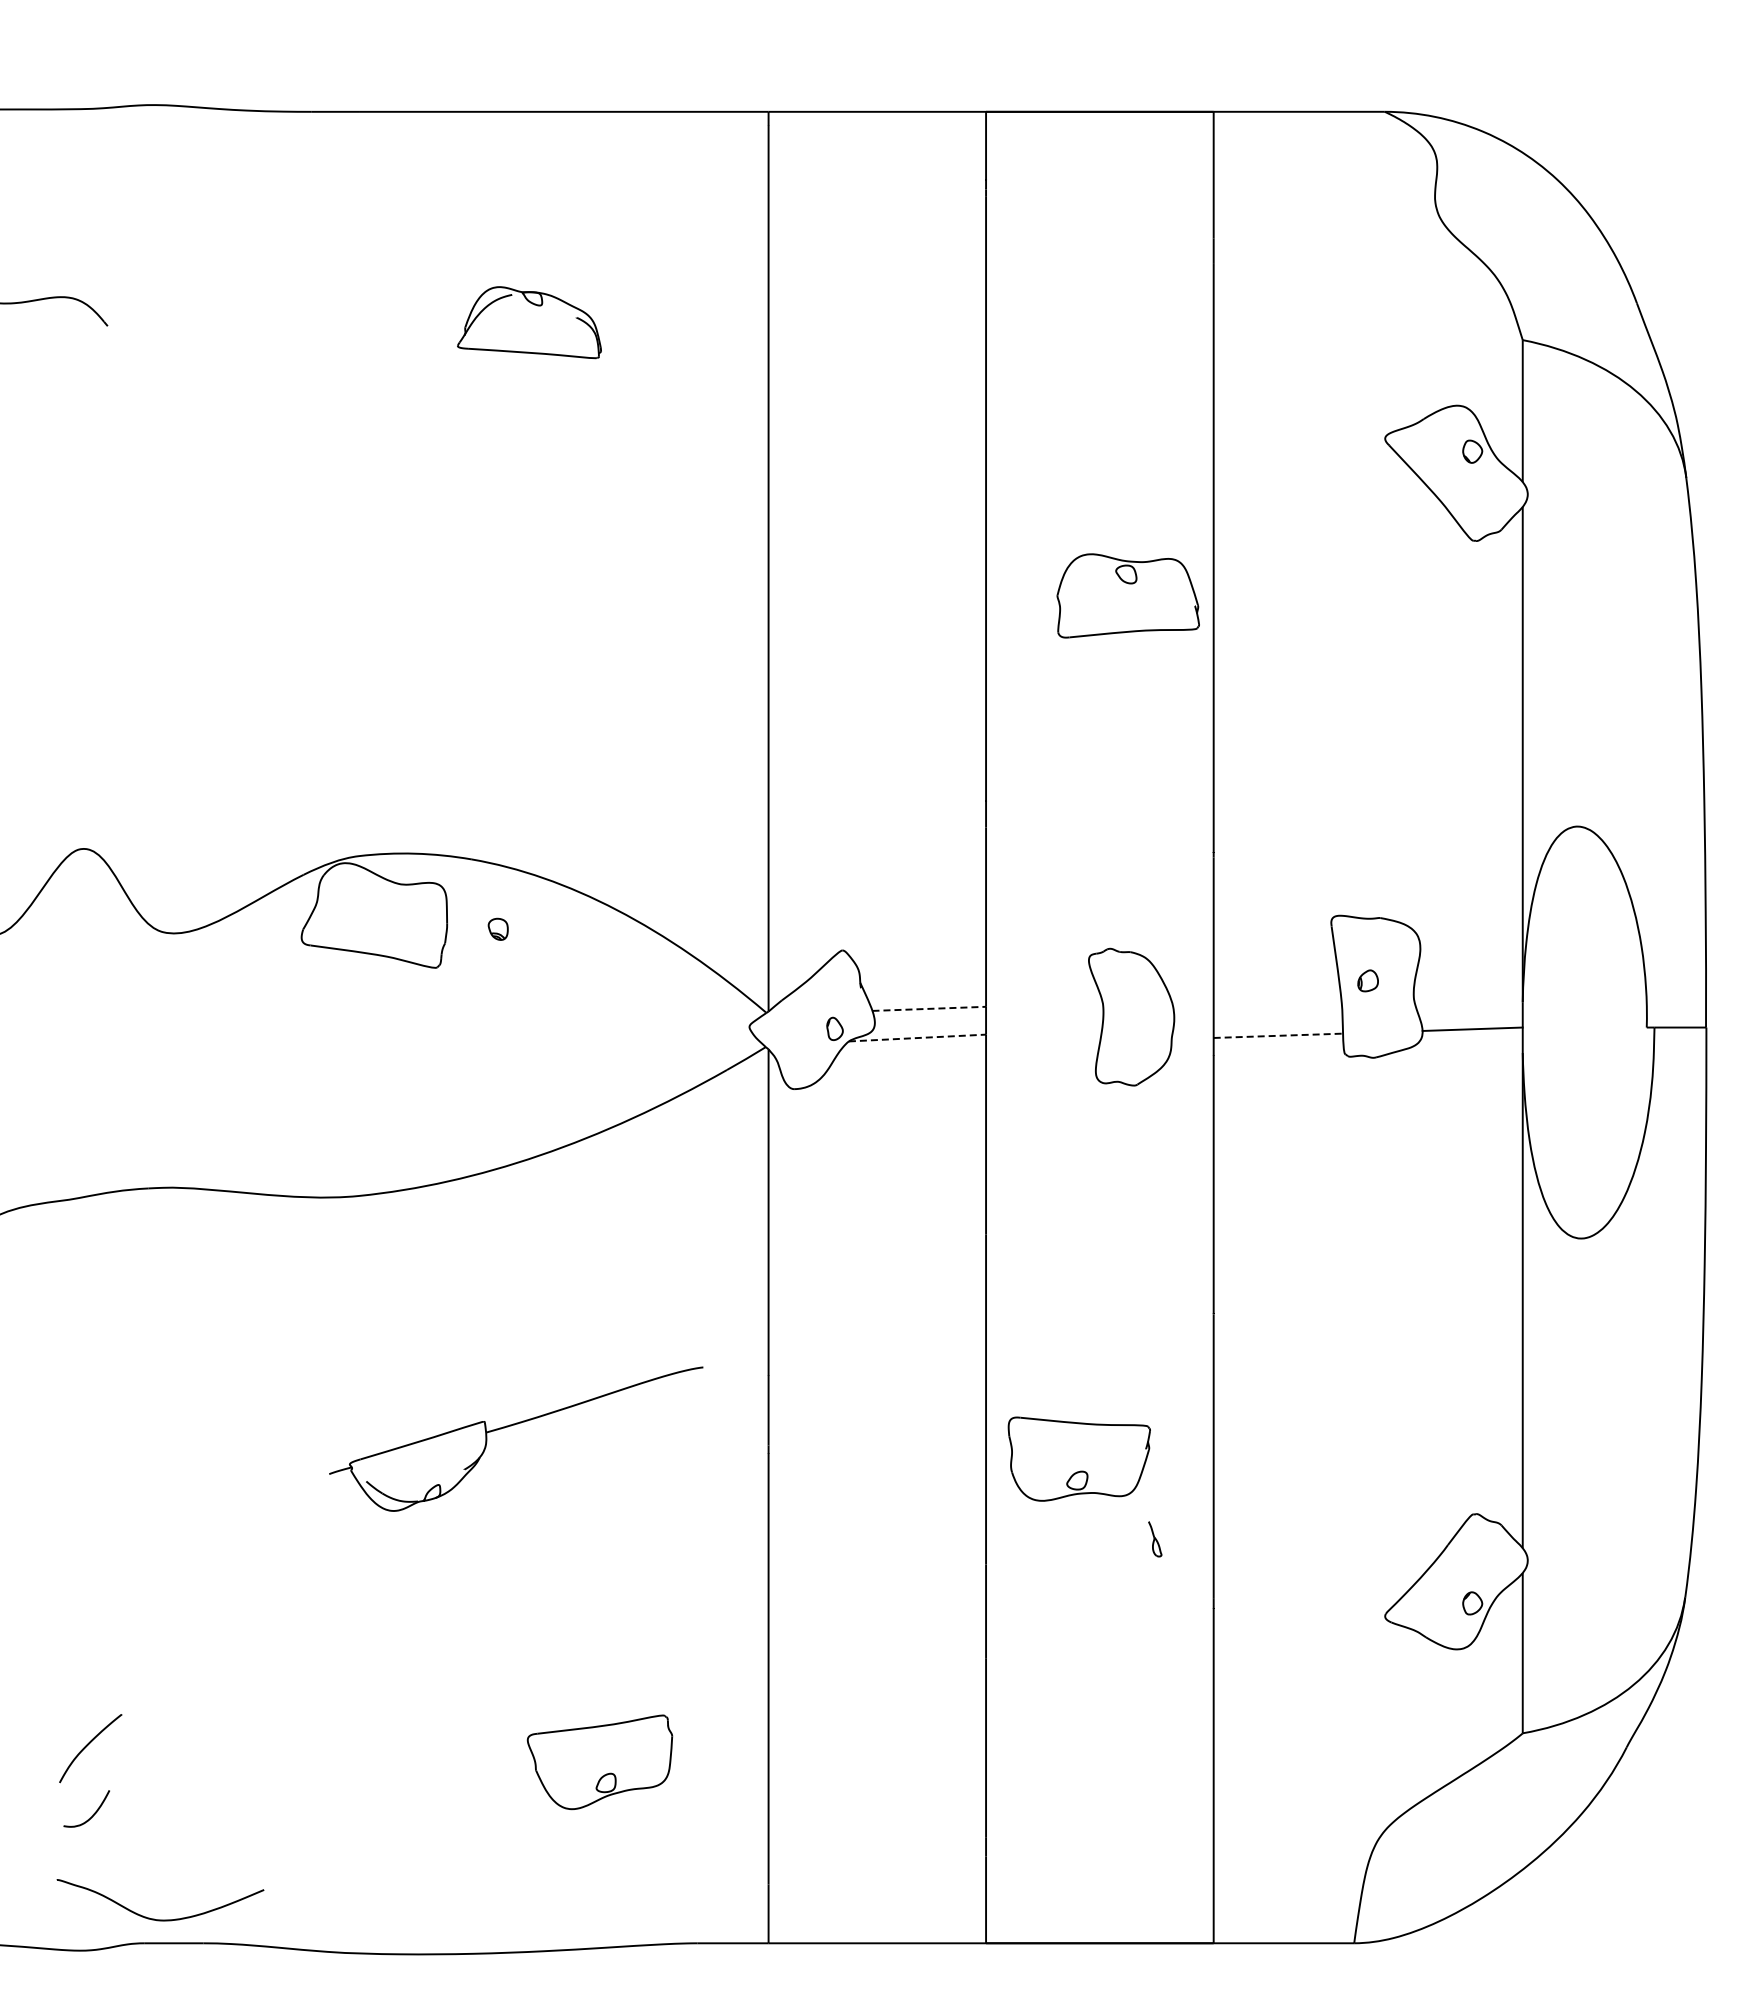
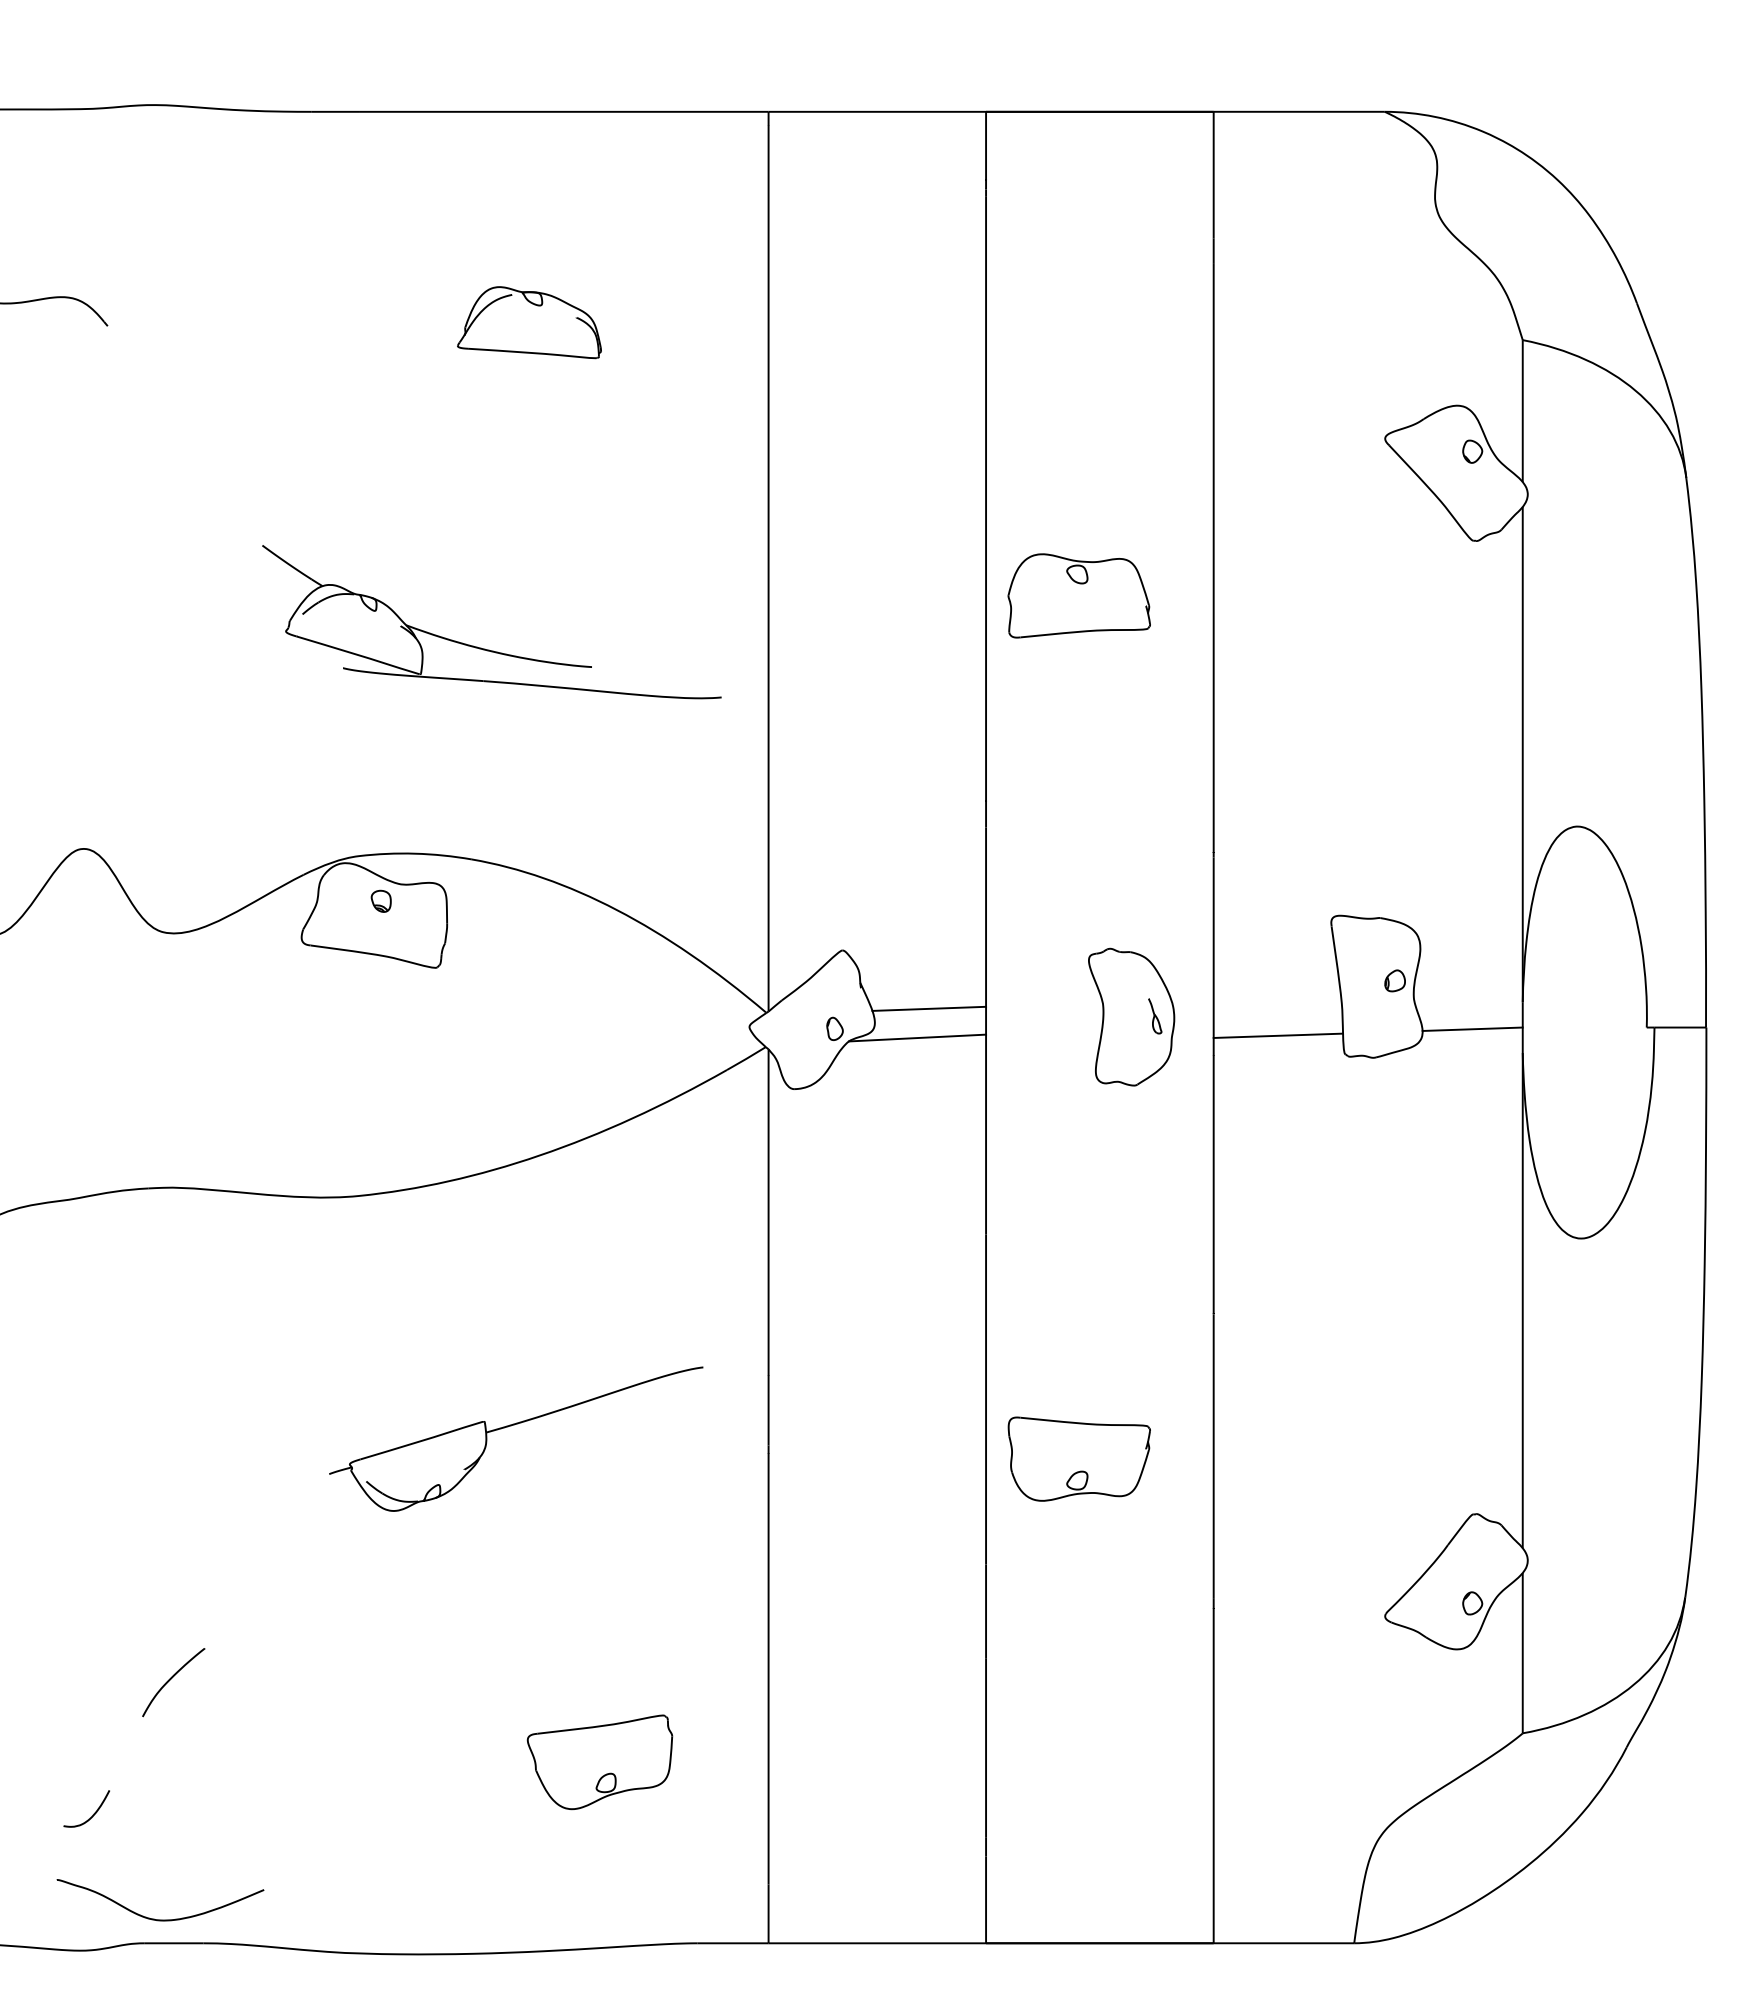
part at (1127, 595) position: (1127, 595) -> (1078, 595)
part at (485, 648): none -> present
part at (497, 928) position: (497, 928) -> (380, 900)
part at (1367, 980) position: (1367, 980) -> (1394, 980)
line at (929, 1008): dashed -> solid
line at (1278, 1035): dashed -> solid
line at (917, 1038): dashed -> solid
part at (1155, 1539) position: (1155, 1539) -> (1155, 1016)
curve at (88, 1745) position: (88, 1745) -> (171, 1679)
